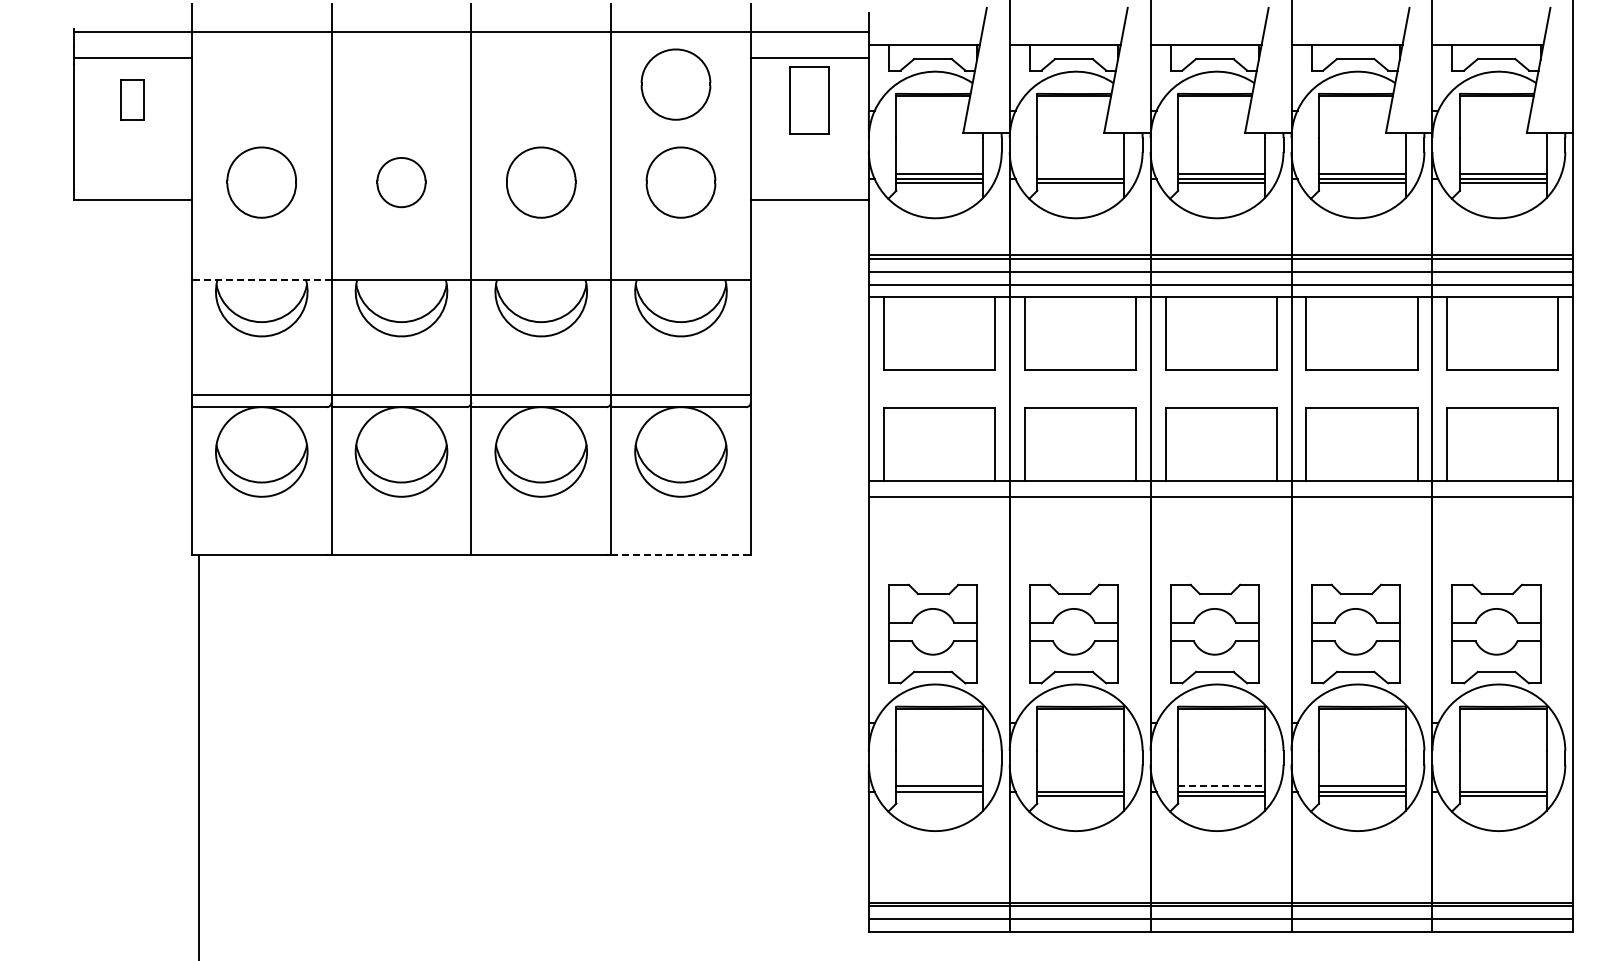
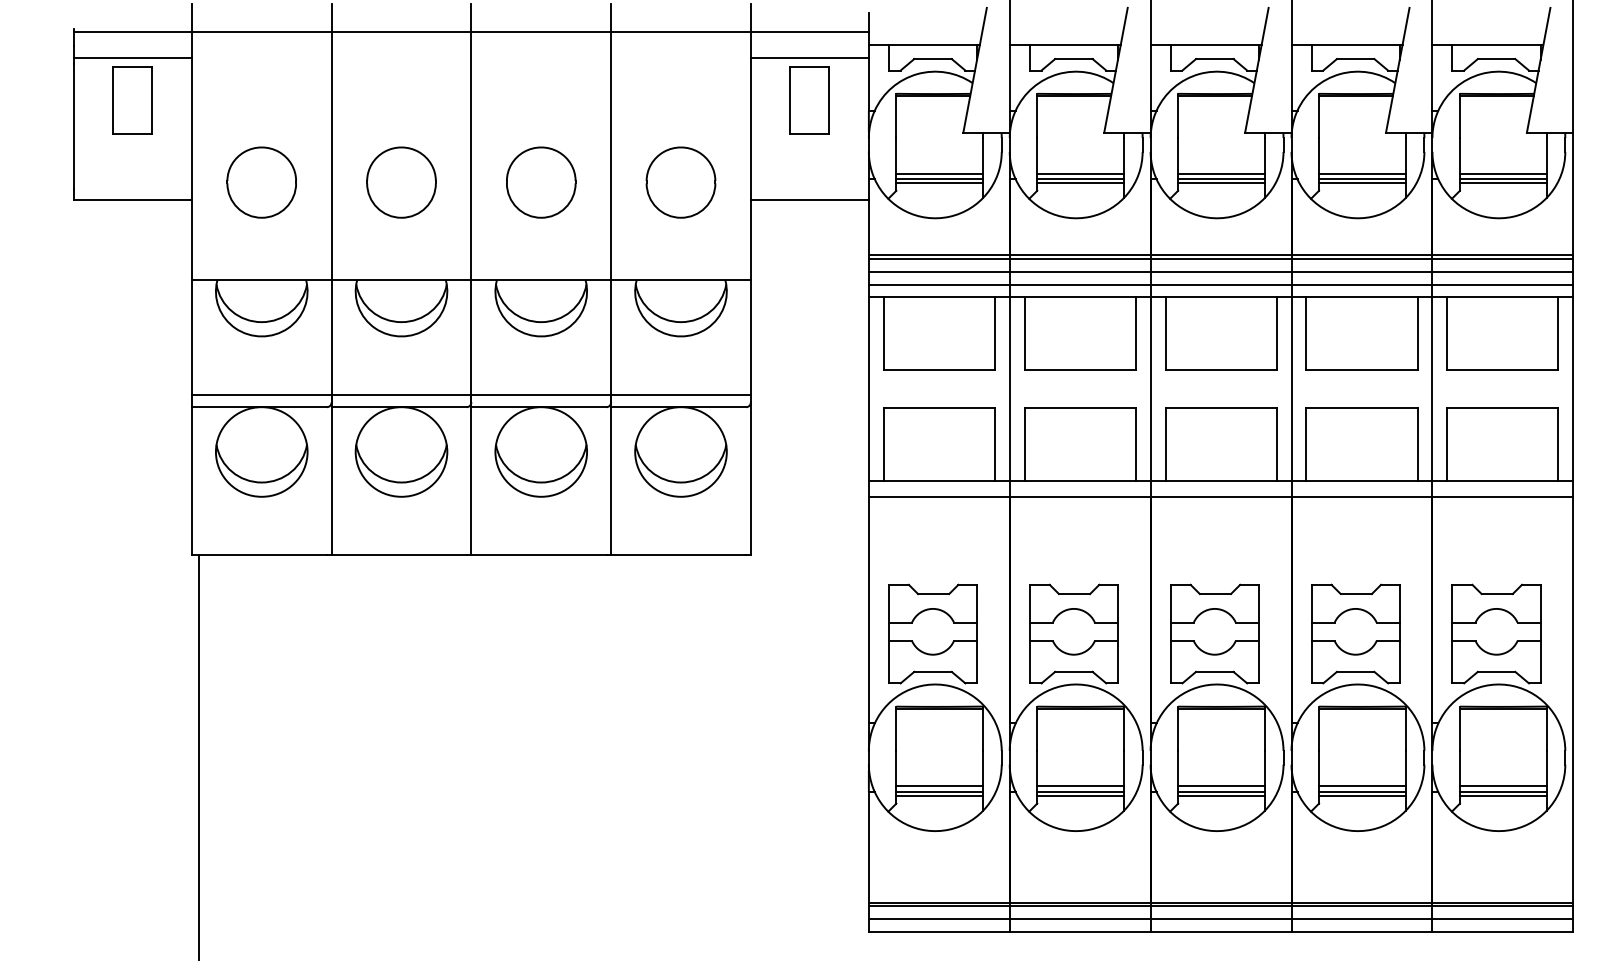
part at (675, 84): present -> none
part at (132, 99) size: 25x42 px -> 41x69 px
line at (1080, 173): none -> present
part at (401, 182) size: 51x52 px -> 71x73 px
line at (261, 280): dashed -> solid
line at (678, 555): dashed -> solid
line at (1080, 786): none -> present
line at (1221, 786): dashed -> solid
line at (1502, 786): none -> present
line at (939, 795): none -> present
